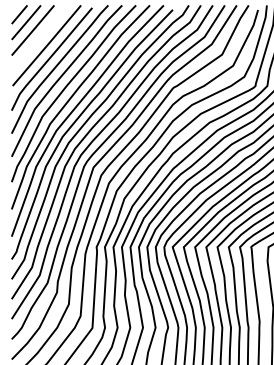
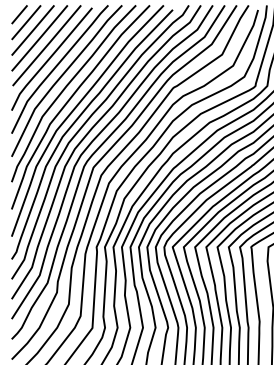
line at (39, 38): none -> present
